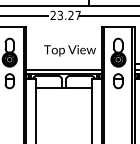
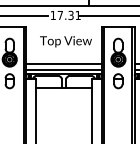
text at (65, 15): 23.27 -> 17.31
text at (69, 50) position: (69, 50) -> (65, 41)
line at (63, 63): none -> present
